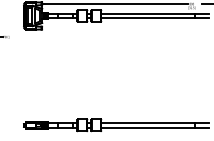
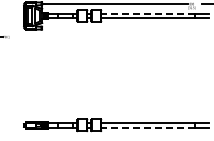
line at (148, 13): solid -> dashed
line at (148, 127): solid -> dashed
